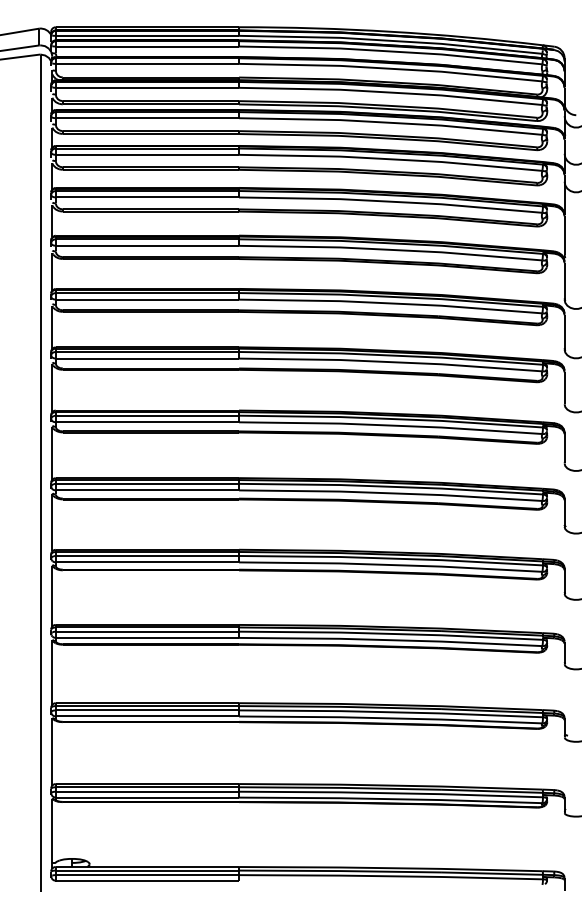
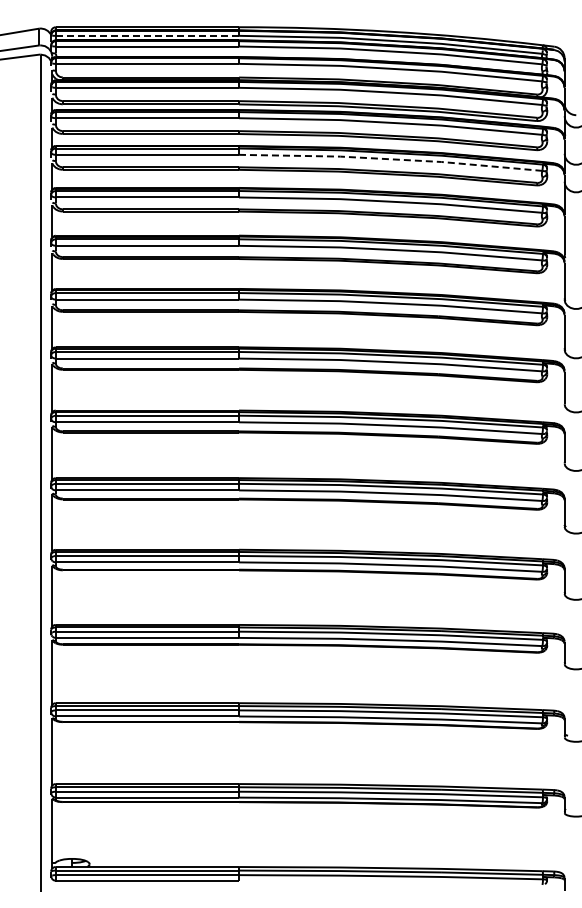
line at (147, 35): solid -> dashed
line at (390, 159): solid -> dashed
